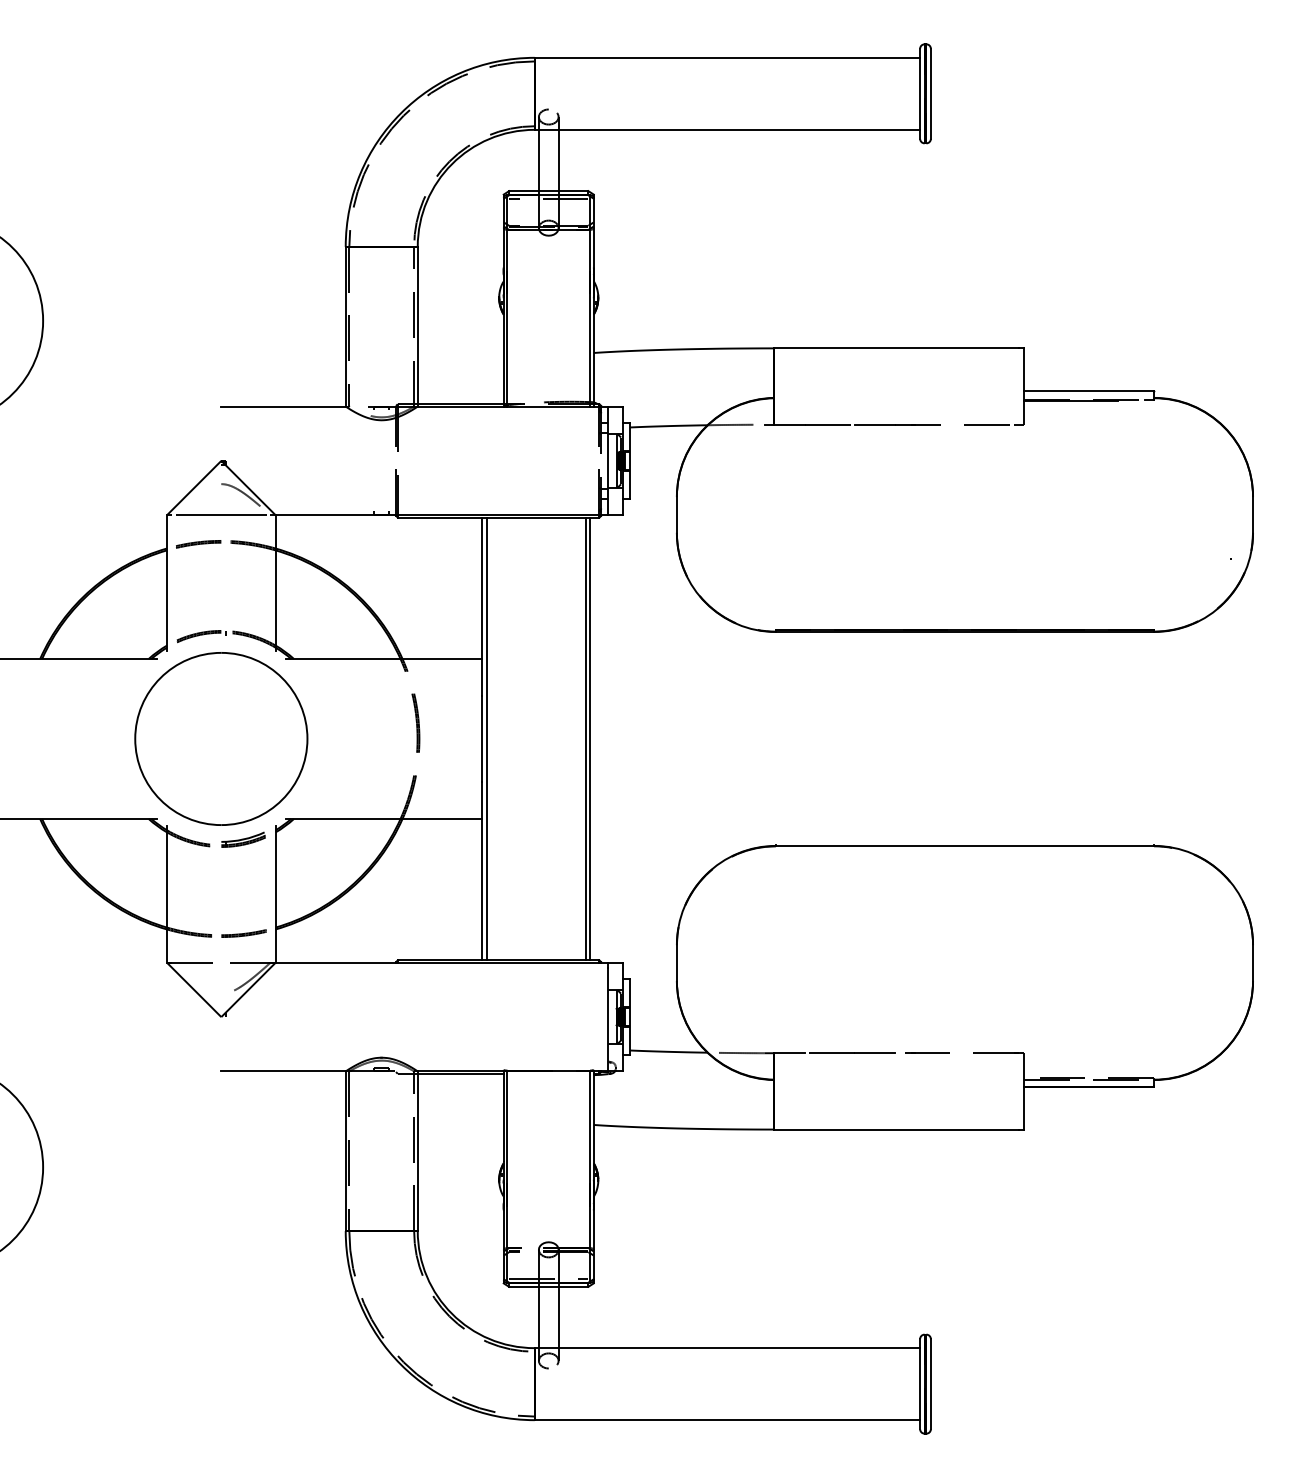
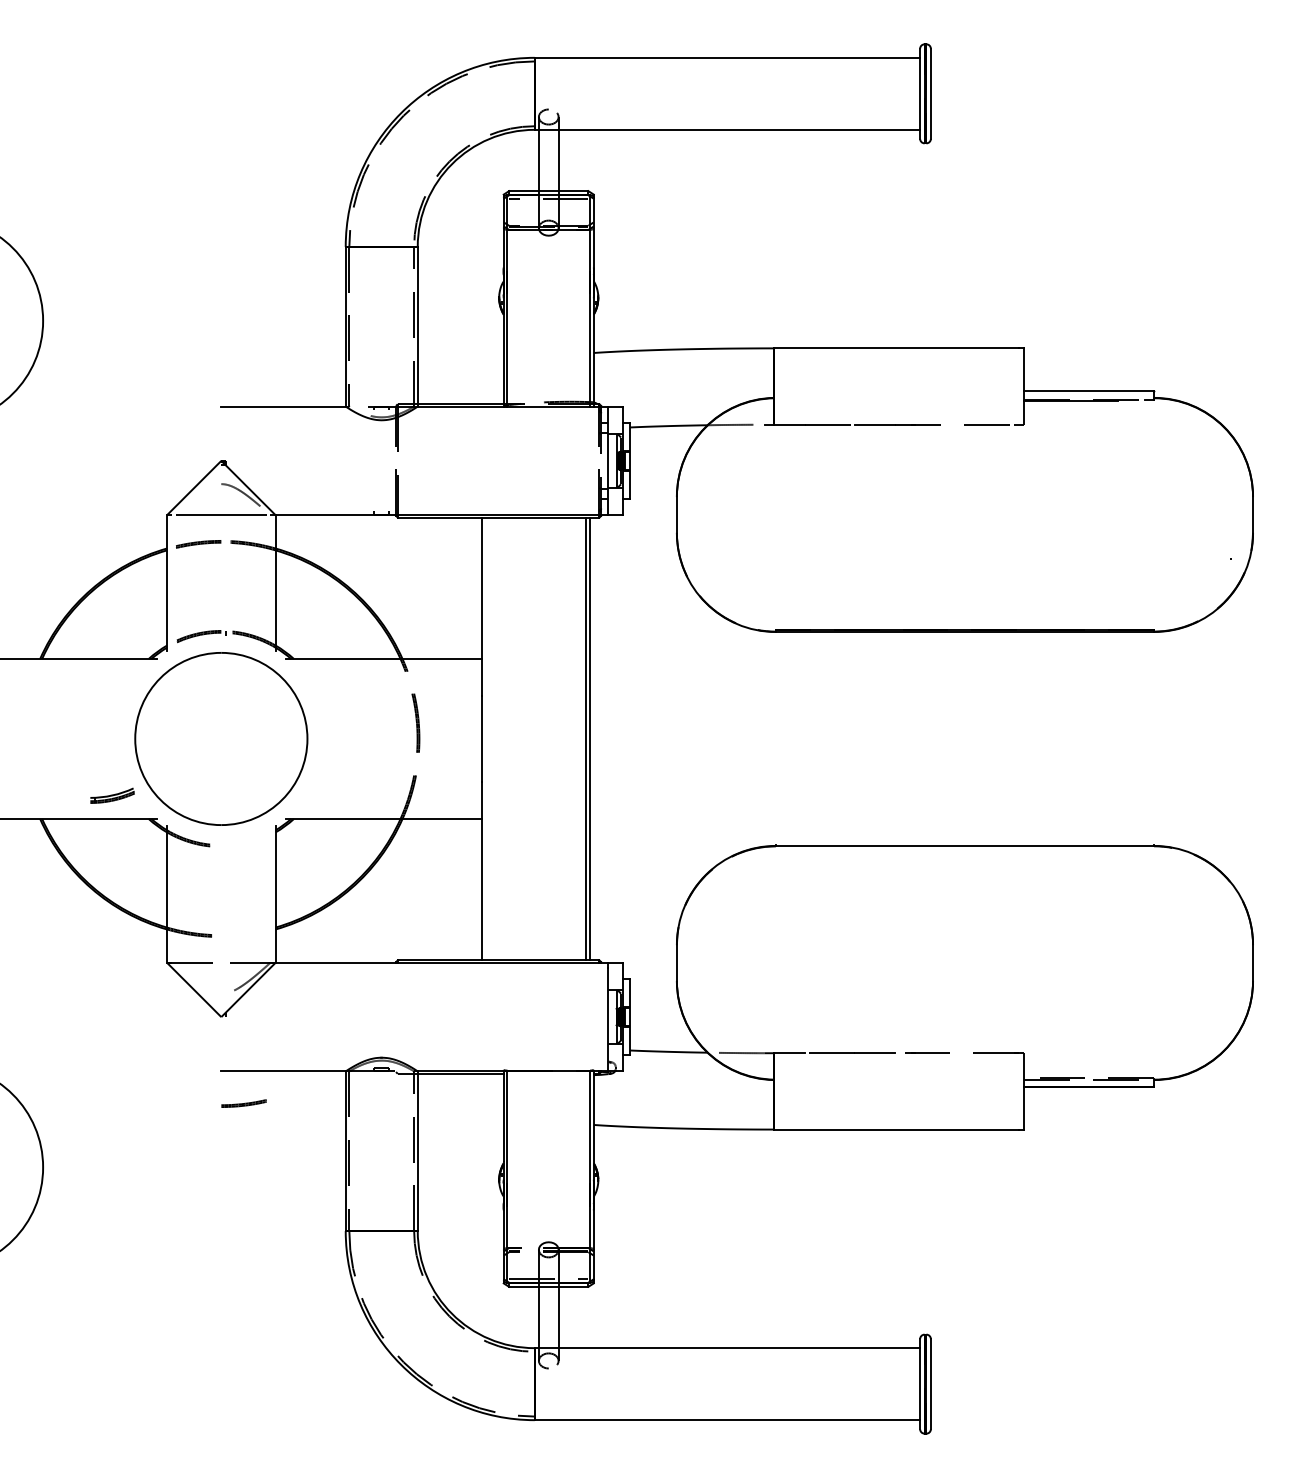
line at (486, 738): present -> none
part at (243, 839) position: (243, 839) -> (112, 795)
part at (243, 933) position: (243, 933) -> (243, 1103)
